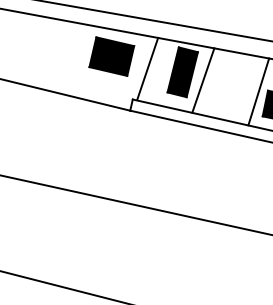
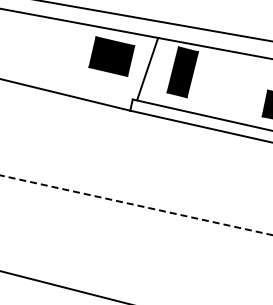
line at (203, 80): present -> none
line at (258, 91): present -> none
line at (135, 205): solid -> dashed
